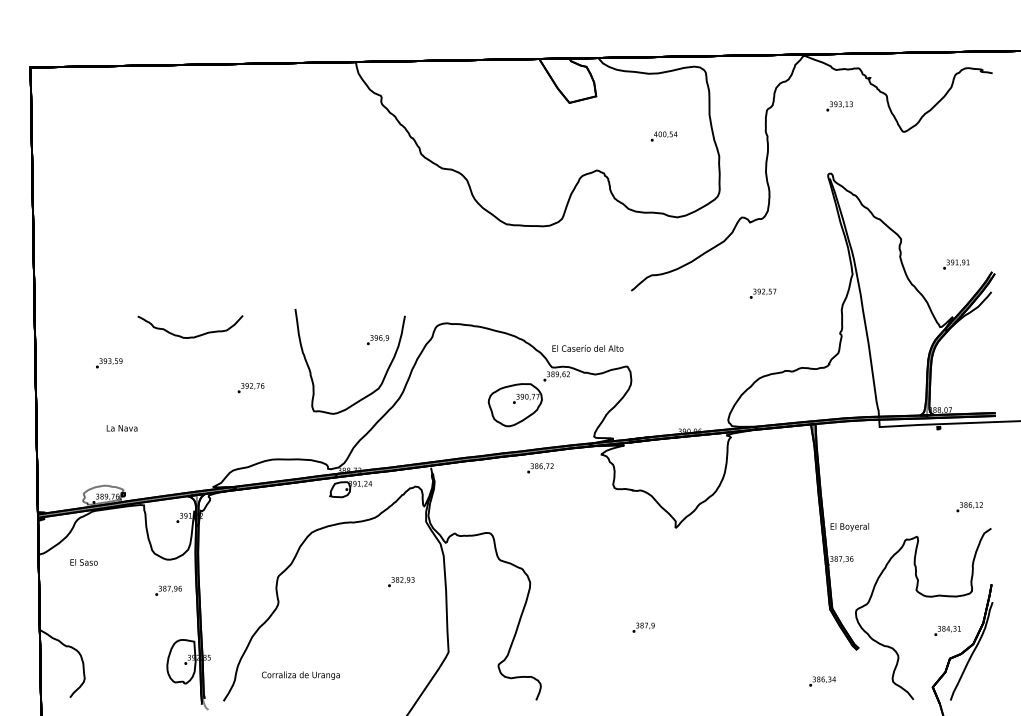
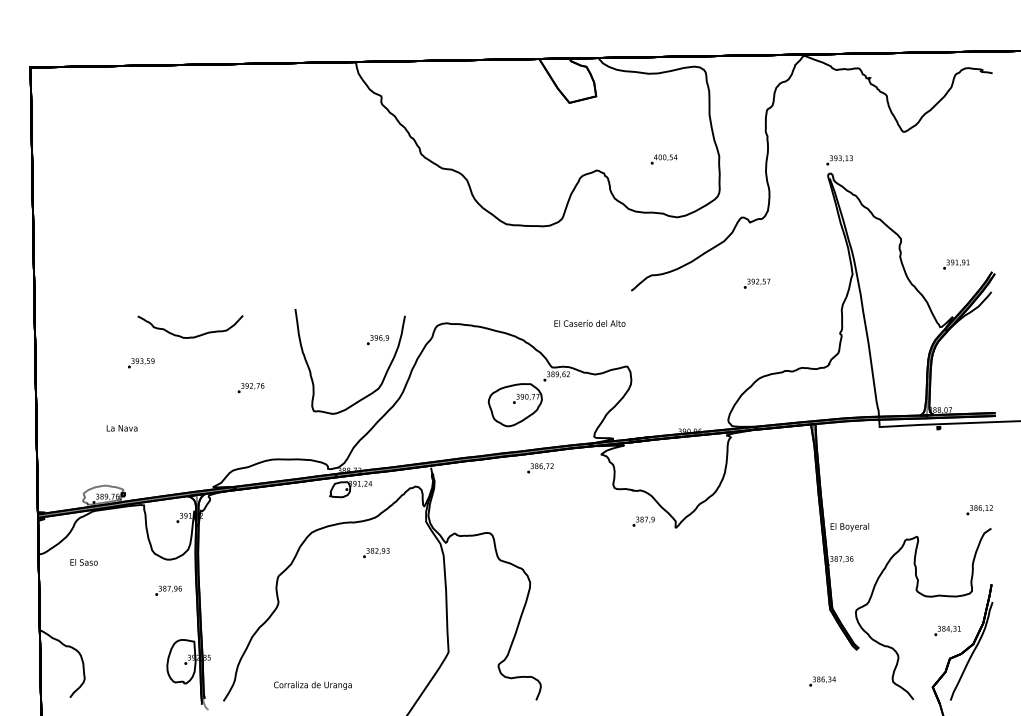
text at (839, 106) position: (839, 106) -> (839, 160)
text at (663, 136) position: (663, 136) -> (663, 159)
text at (762, 293) position: (762, 293) -> (756, 283)
text at (587, 348) position: (587, 348) -> (589, 323)
text at (109, 363) position: (109, 363) -> (141, 363)
text at (969, 507) position: (969, 507) -> (979, 510)
text at (401, 582) position: (401, 582) -> (376, 553)
text at (643, 627) position: (643, 627) -> (643, 521)
text at (300, 675) position: (300, 675) -> (312, 685)
